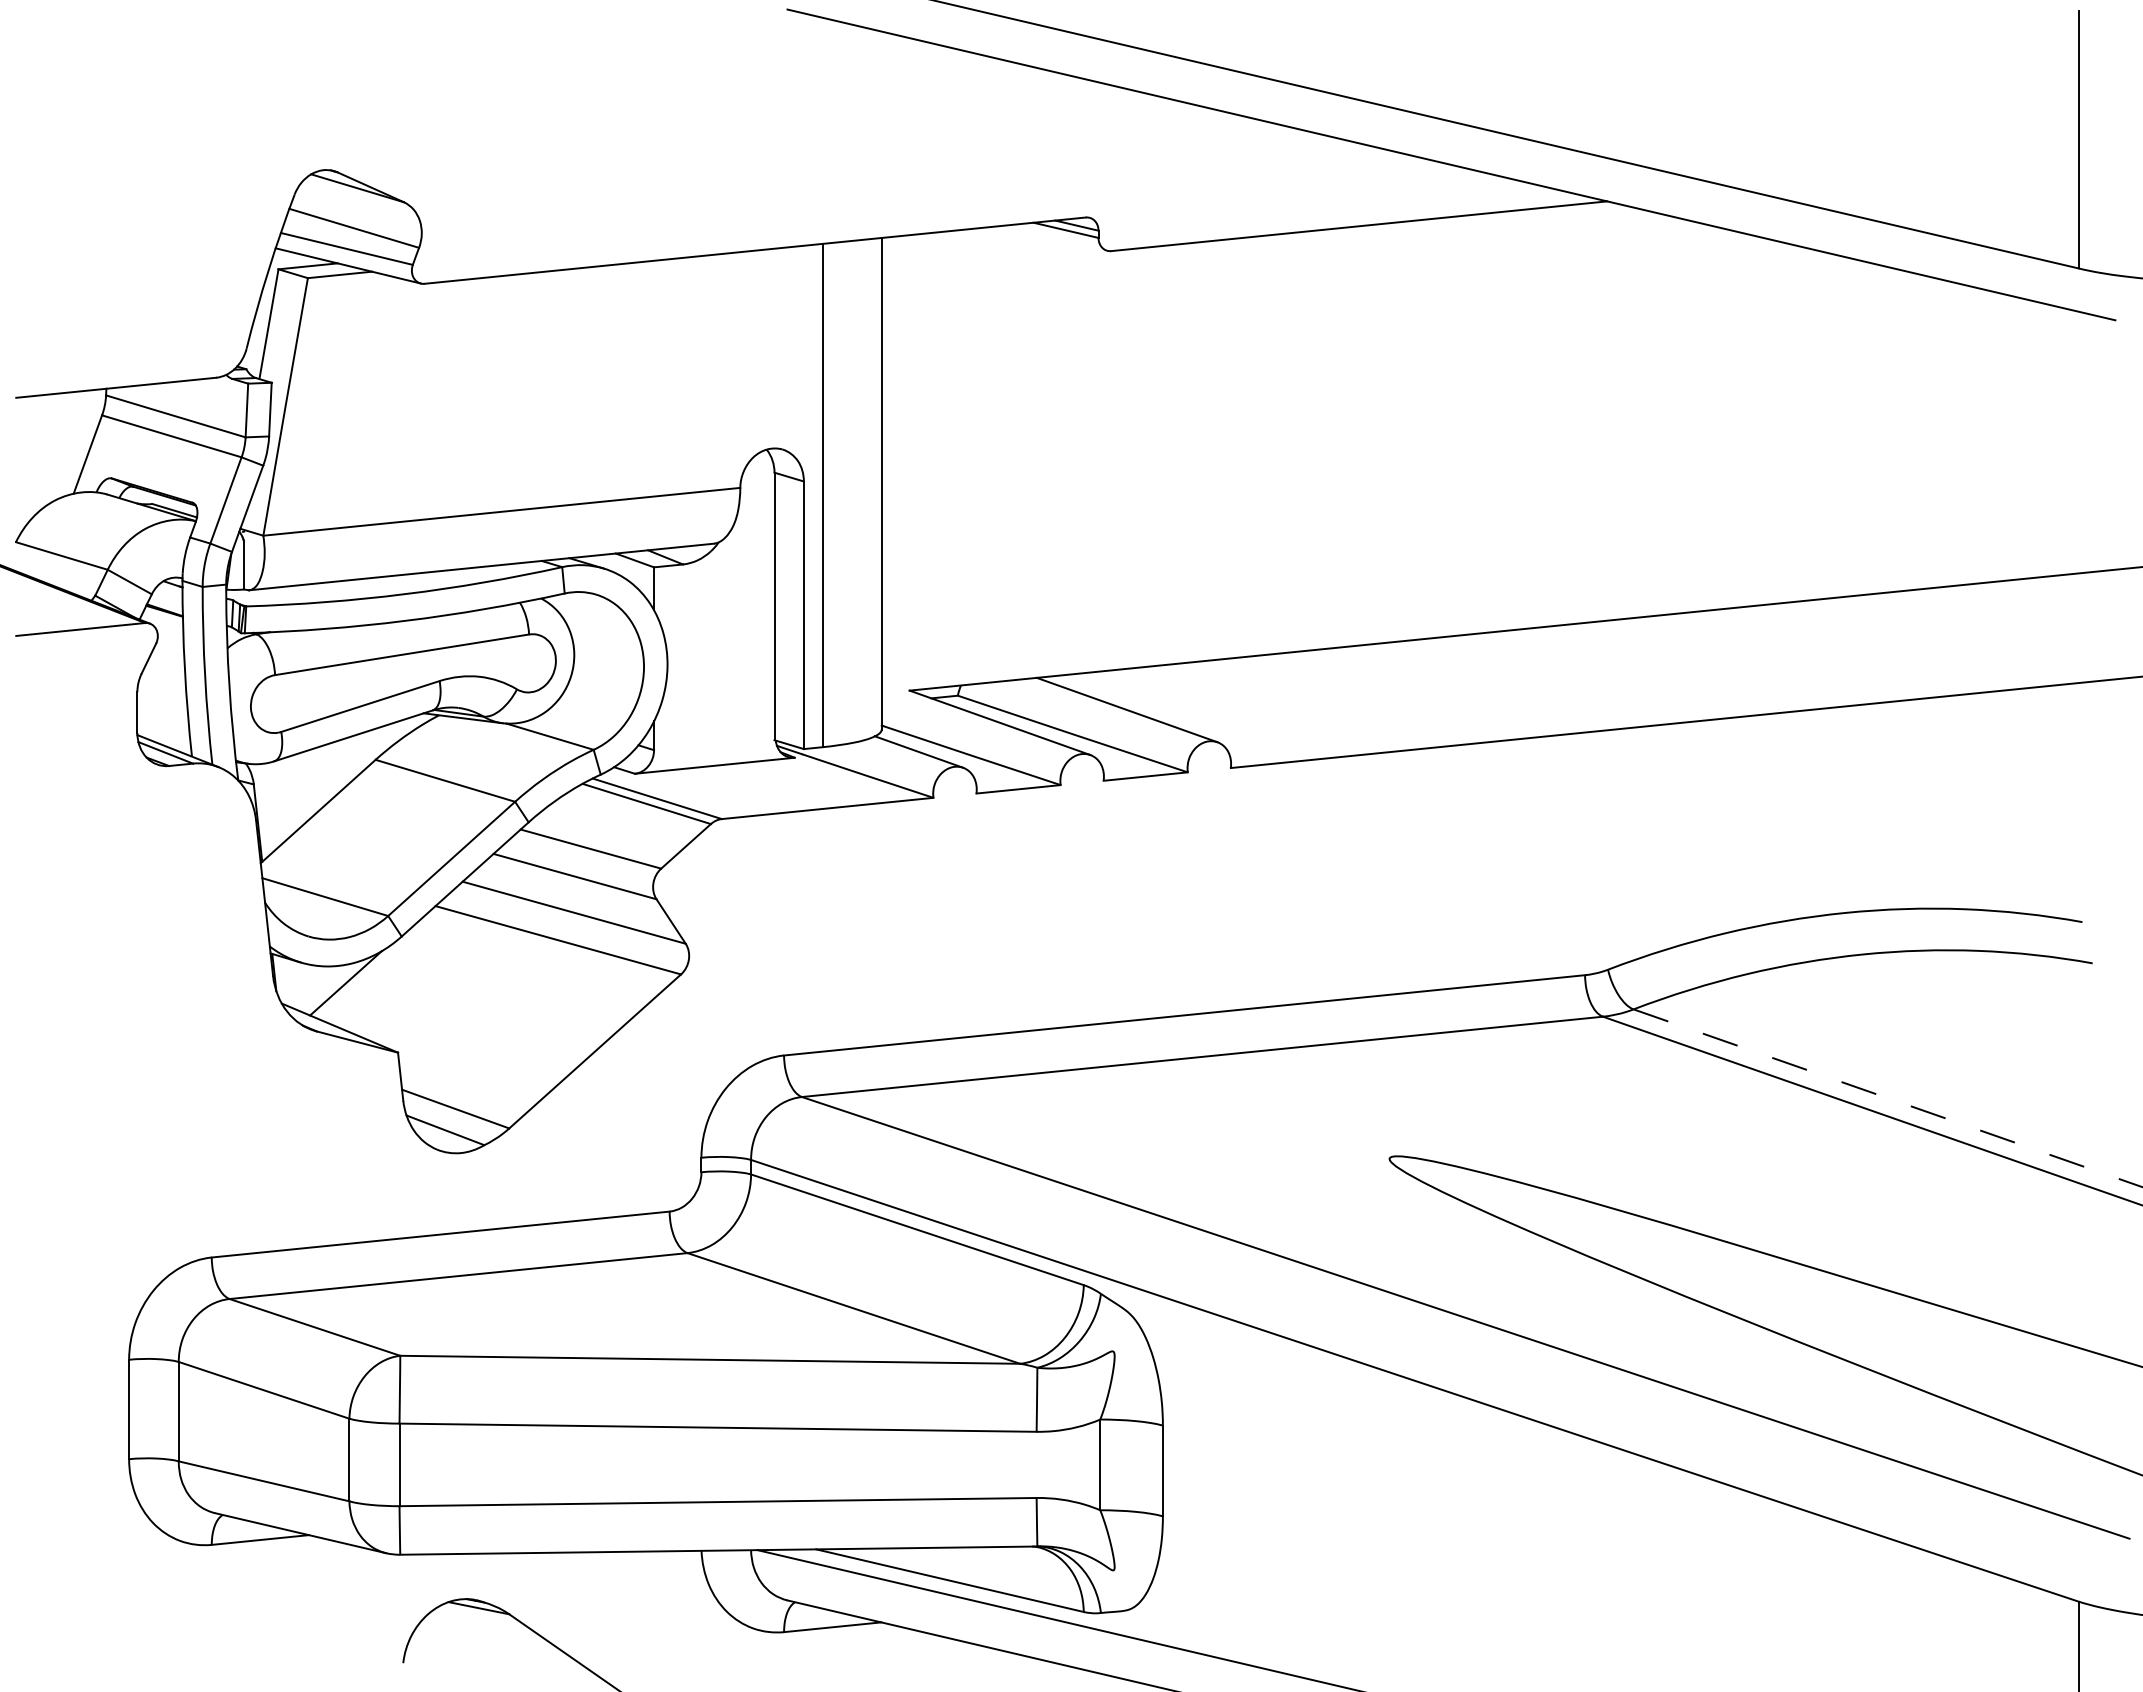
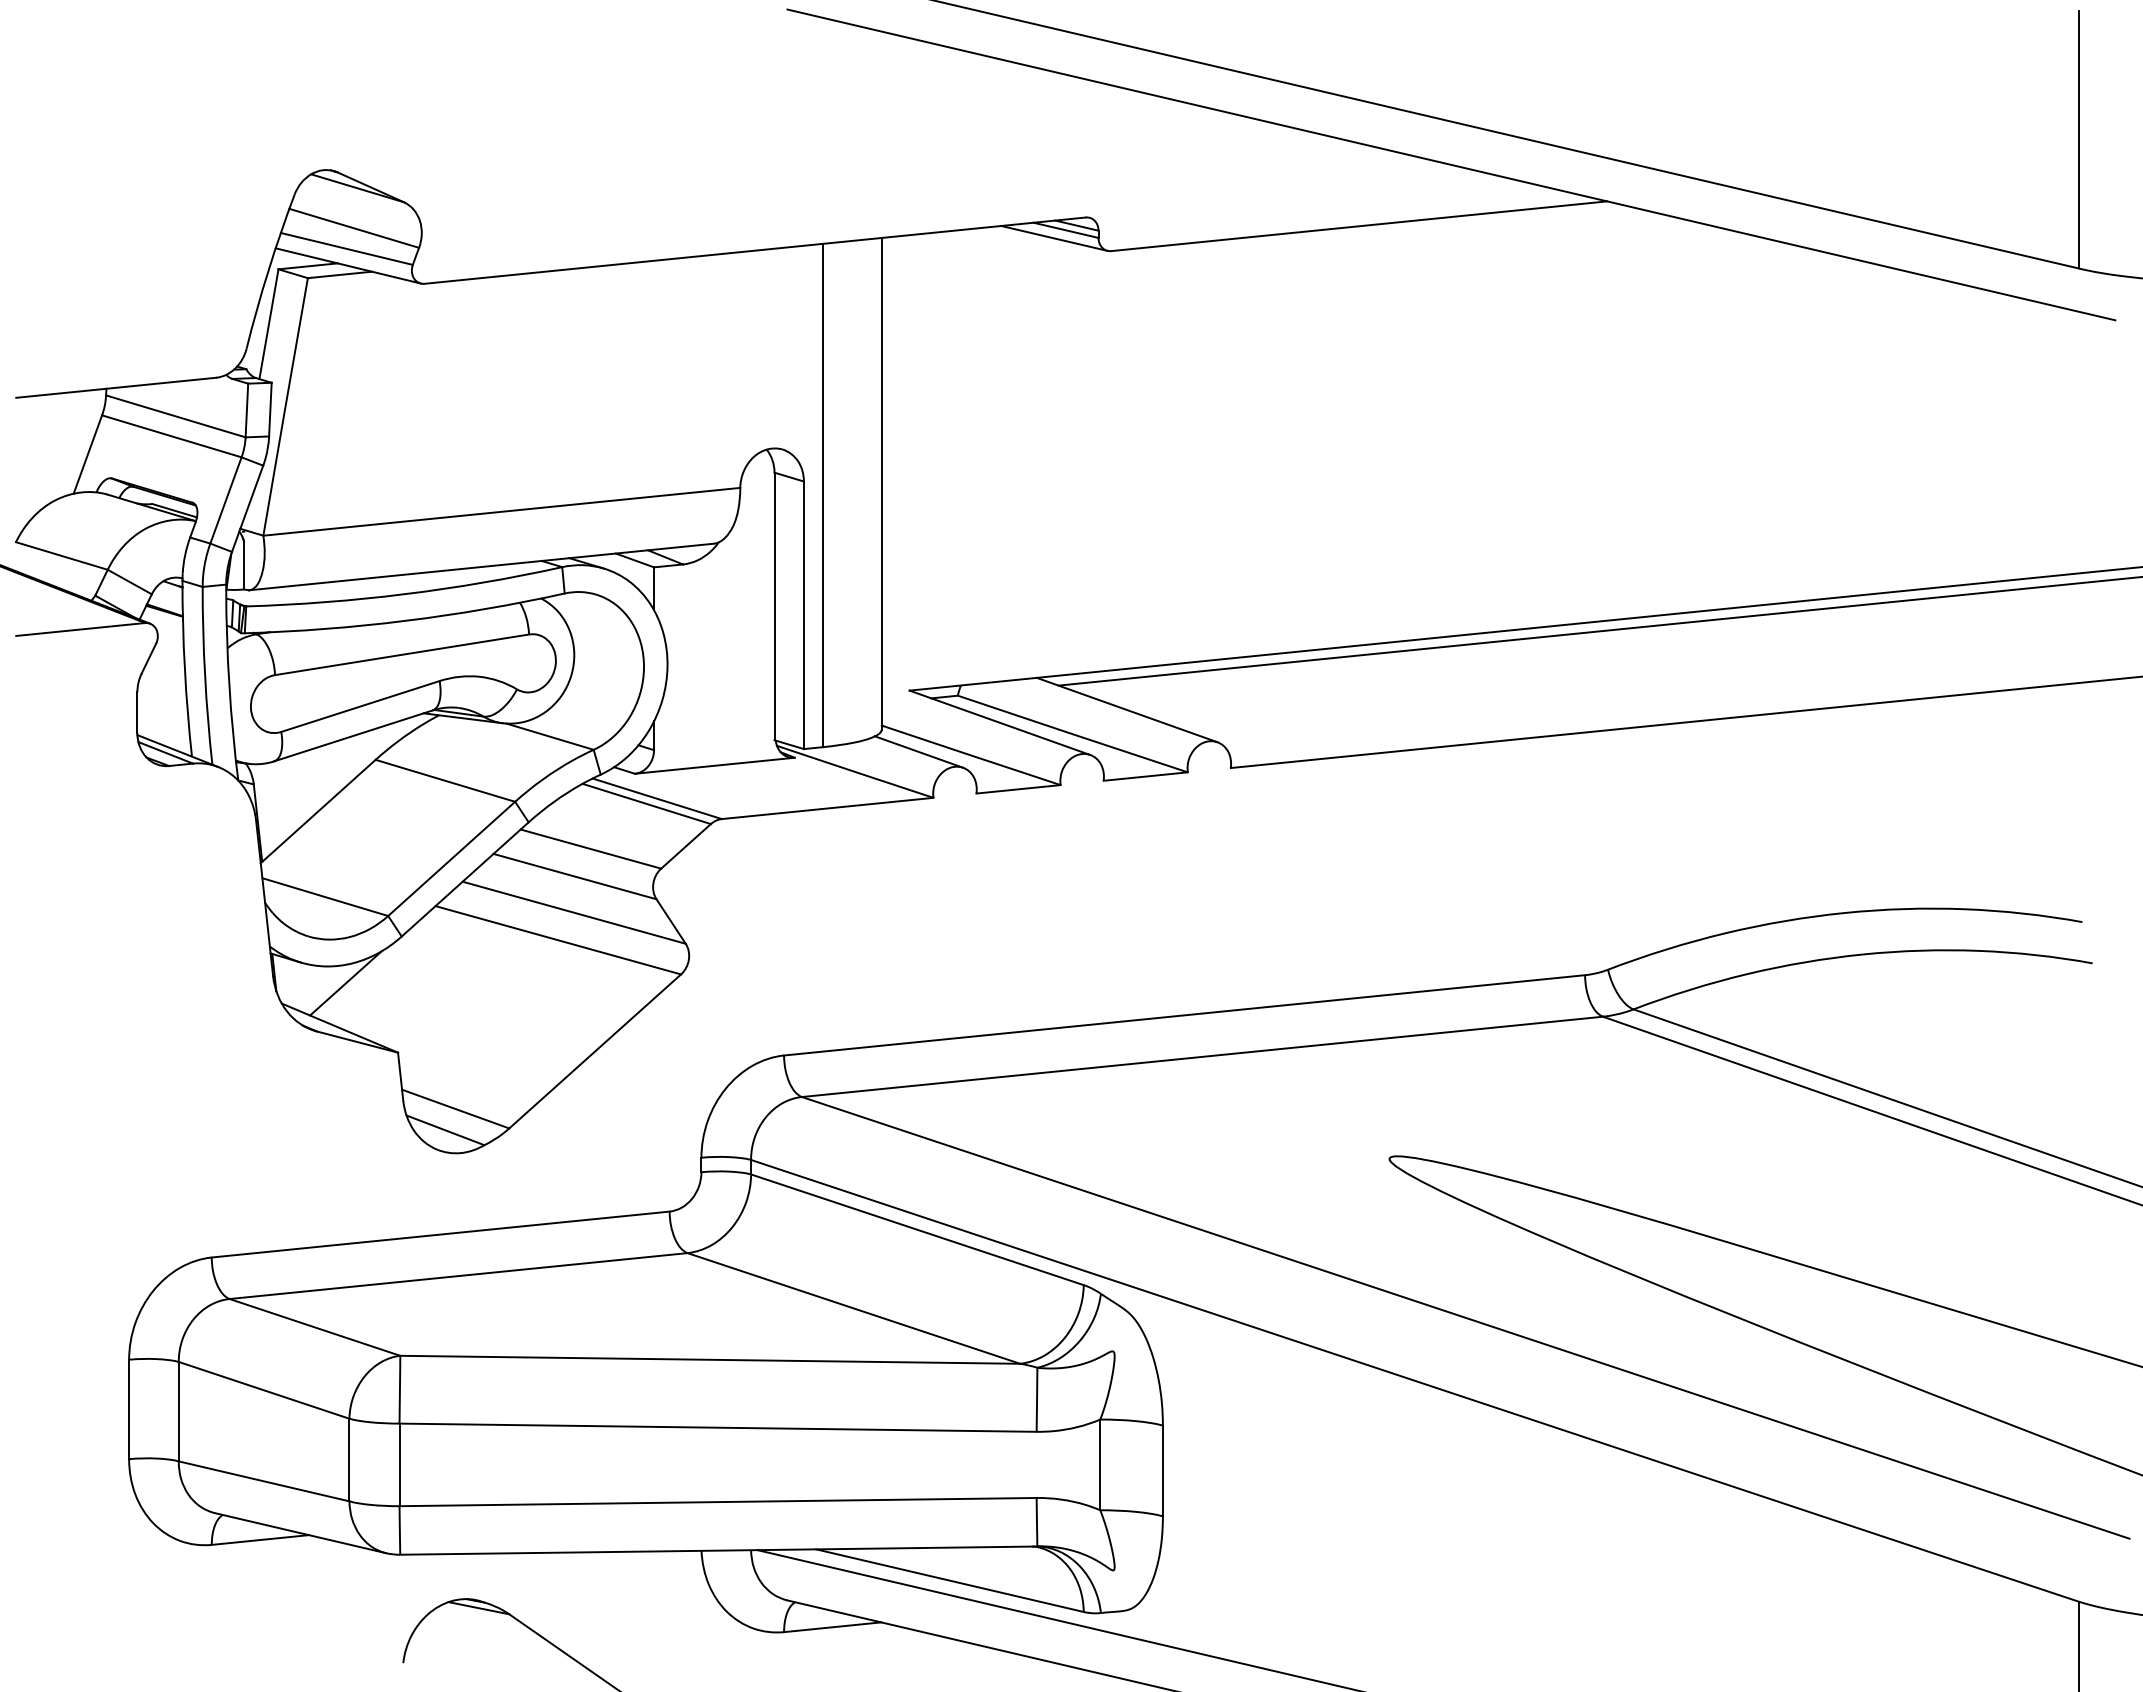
line at (1054, 238): none -> present
line at (1598, 631): none -> present
line at (1888, 1098): dashed -> solid
